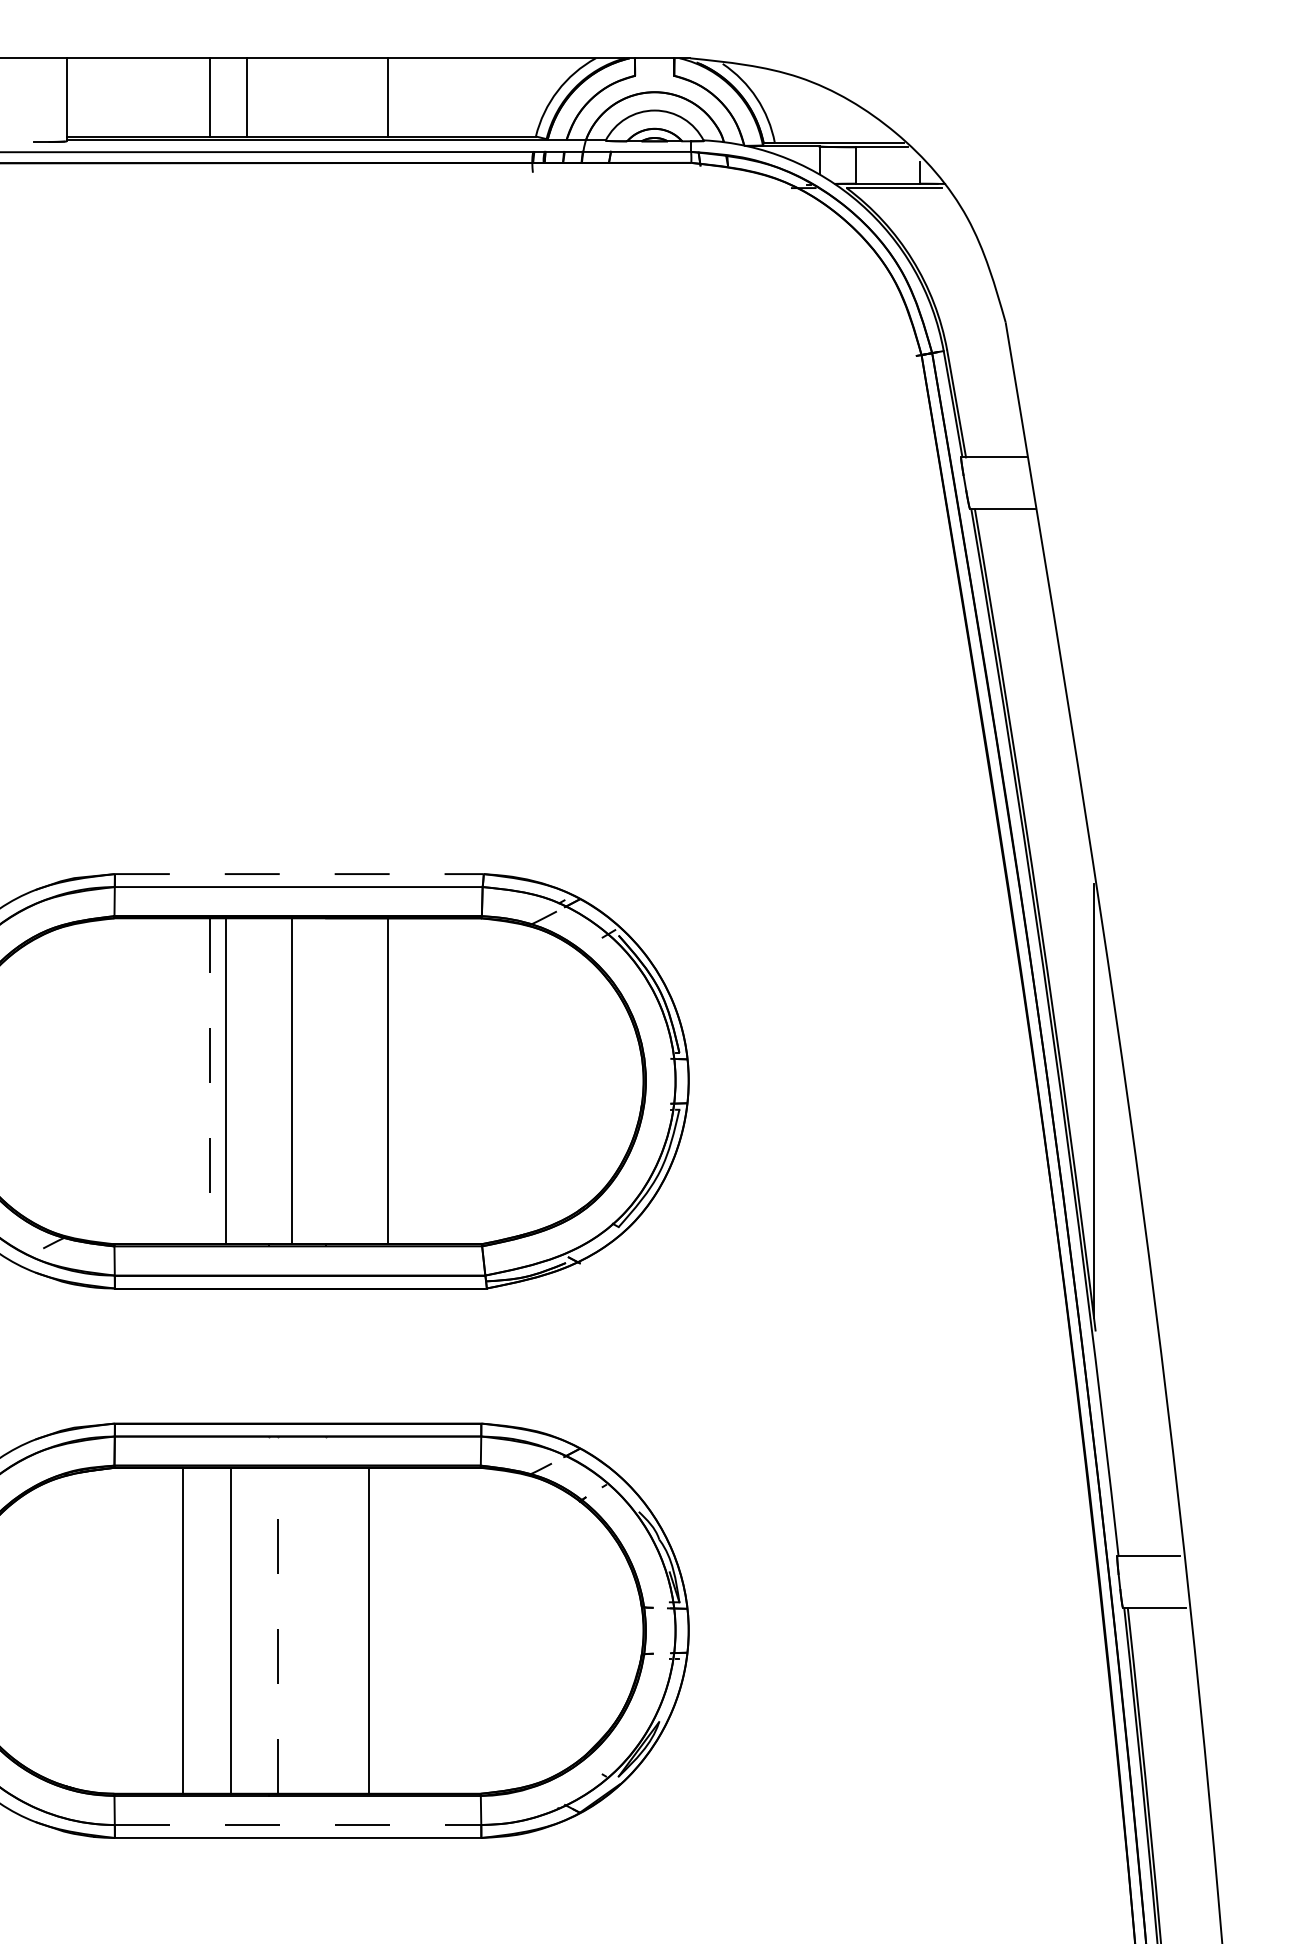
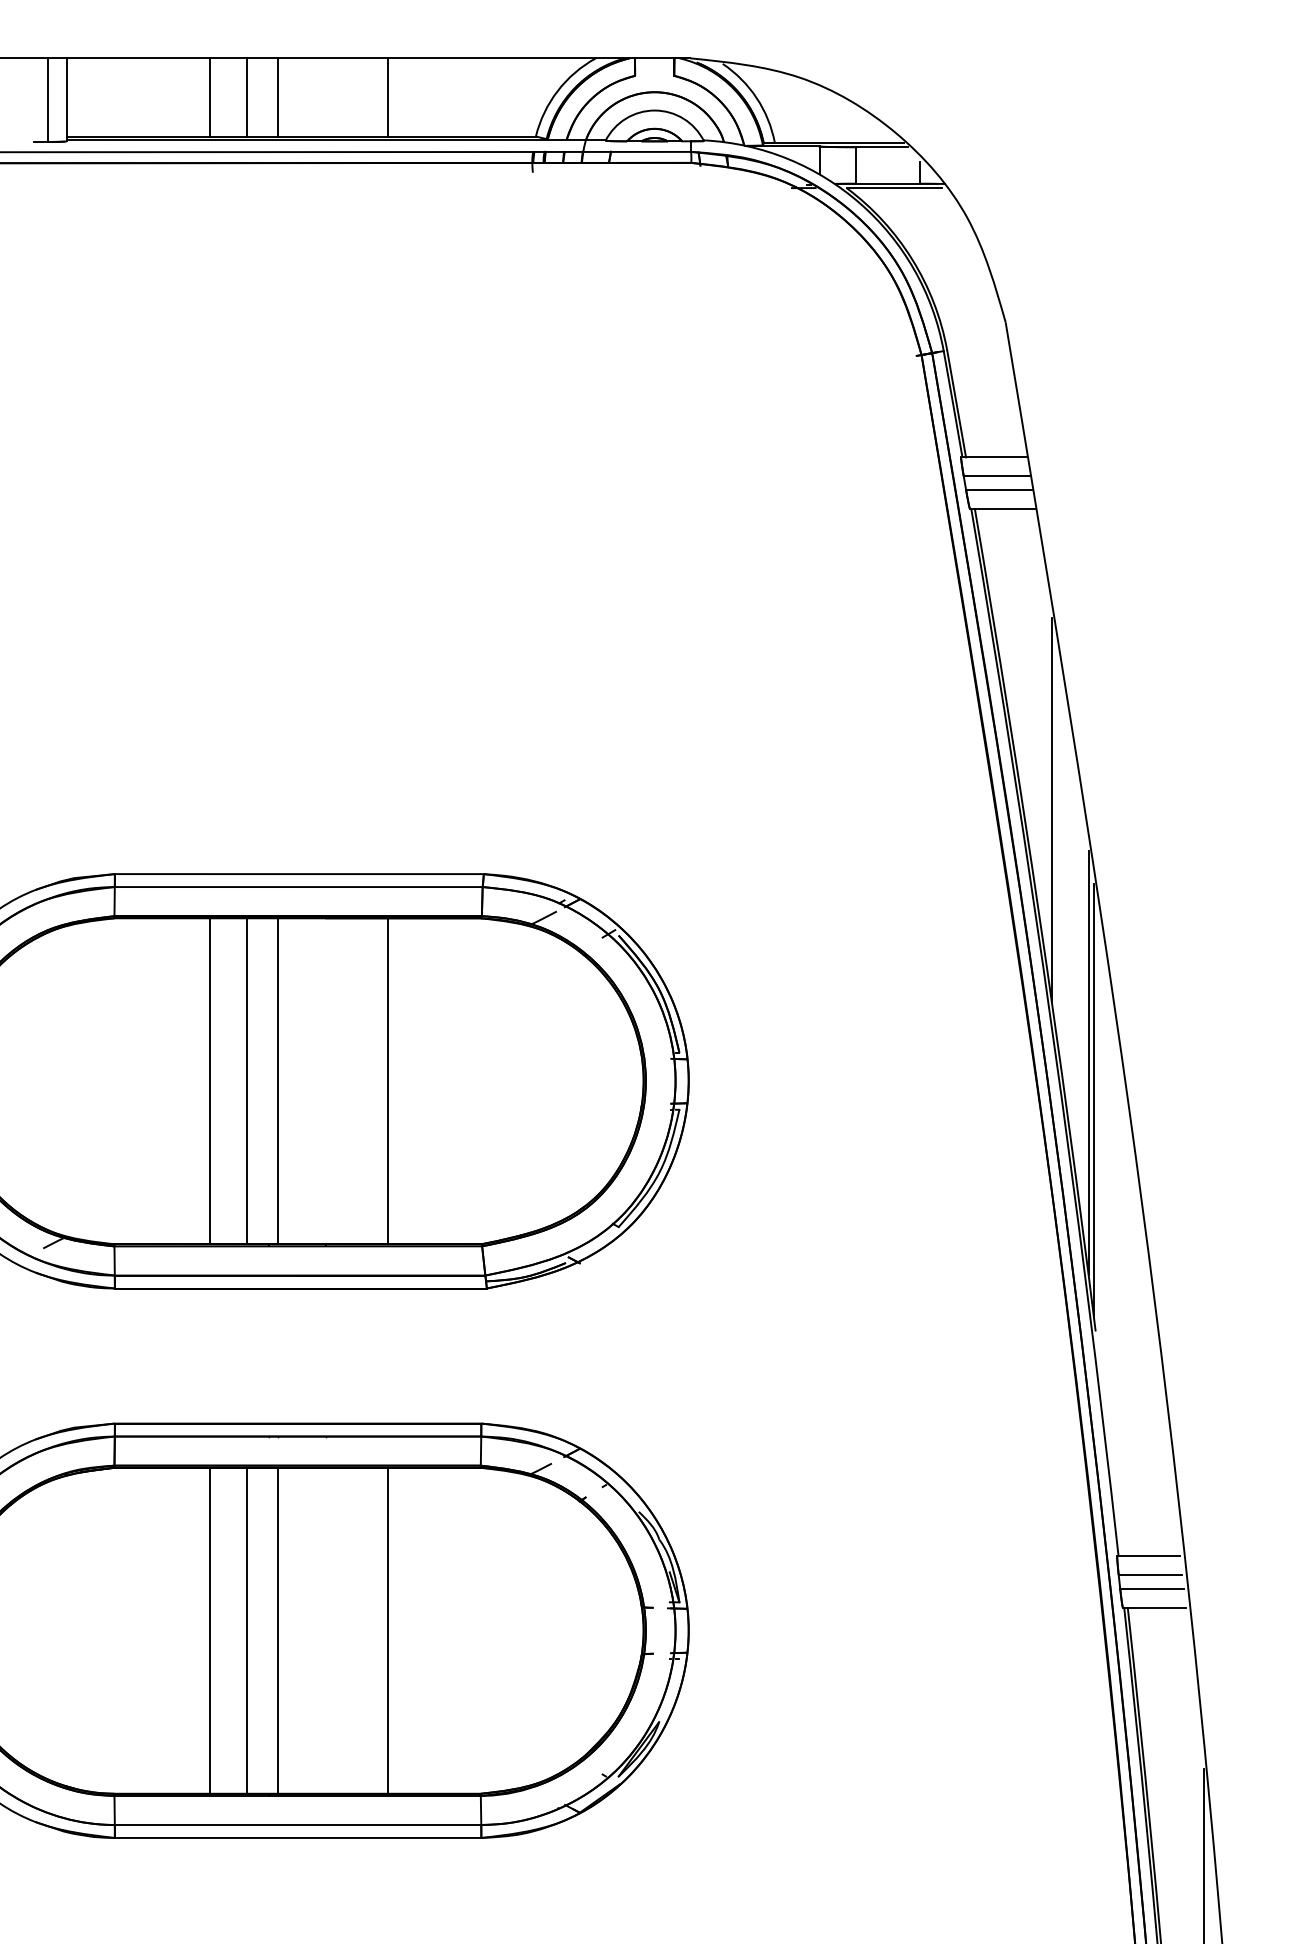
line at (277, 97): none -> present
line at (48, 99): none -> present
line at (996, 475): none -> present
line at (999, 490): none -> present
line at (1052, 810): none -> present
line at (299, 874): dashed -> solid
line at (1088, 1062): none -> present
line at (210, 1081): dashed -> solid
line at (225, 1081) position: (225, 1081) -> (246, 1081)
line at (291, 1081) position: (291, 1081) -> (277, 1081)
line at (1149, 1574): none -> present
line at (1151, 1589): none -> present
line at (183, 1630) position: (183, 1630) -> (210, 1630)
line at (230, 1630) position: (230, 1630) -> (246, 1630)
line at (277, 1630): dashed -> solid
line at (368, 1630) position: (368, 1630) -> (387, 1630)
line at (298, 1825): dashed -> solid
line at (1203, 1854): none -> present
